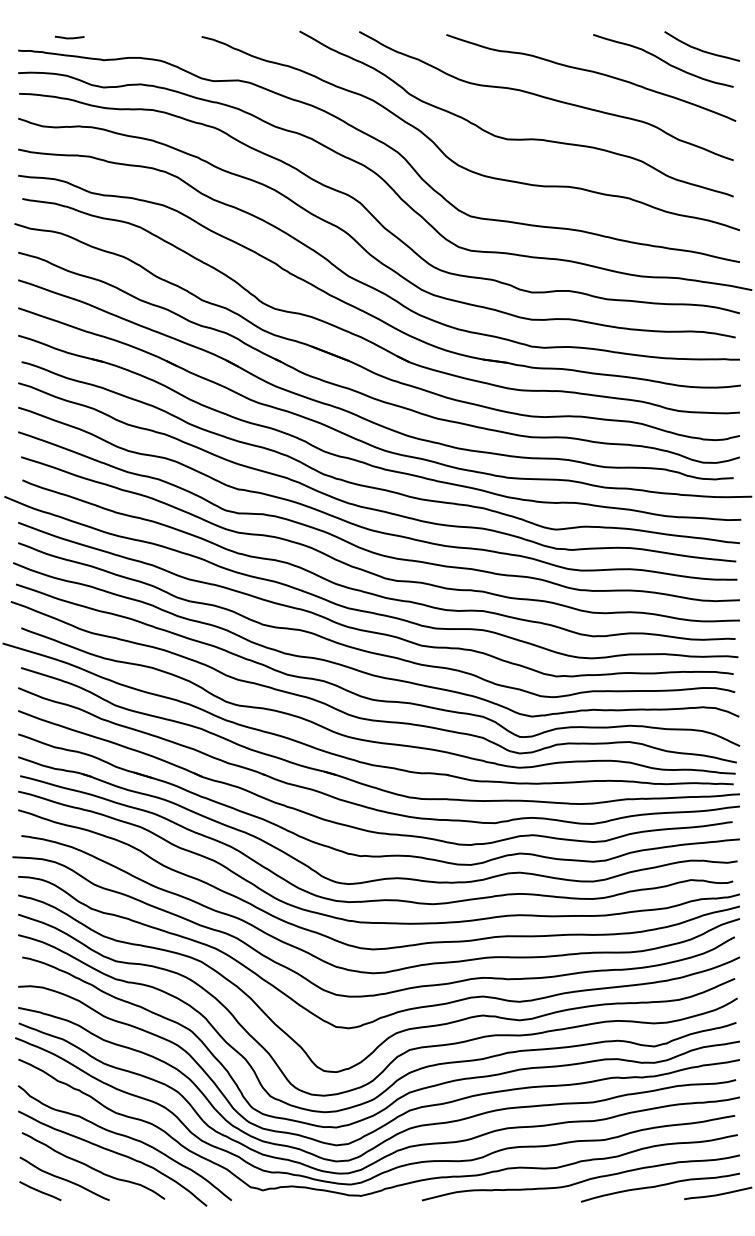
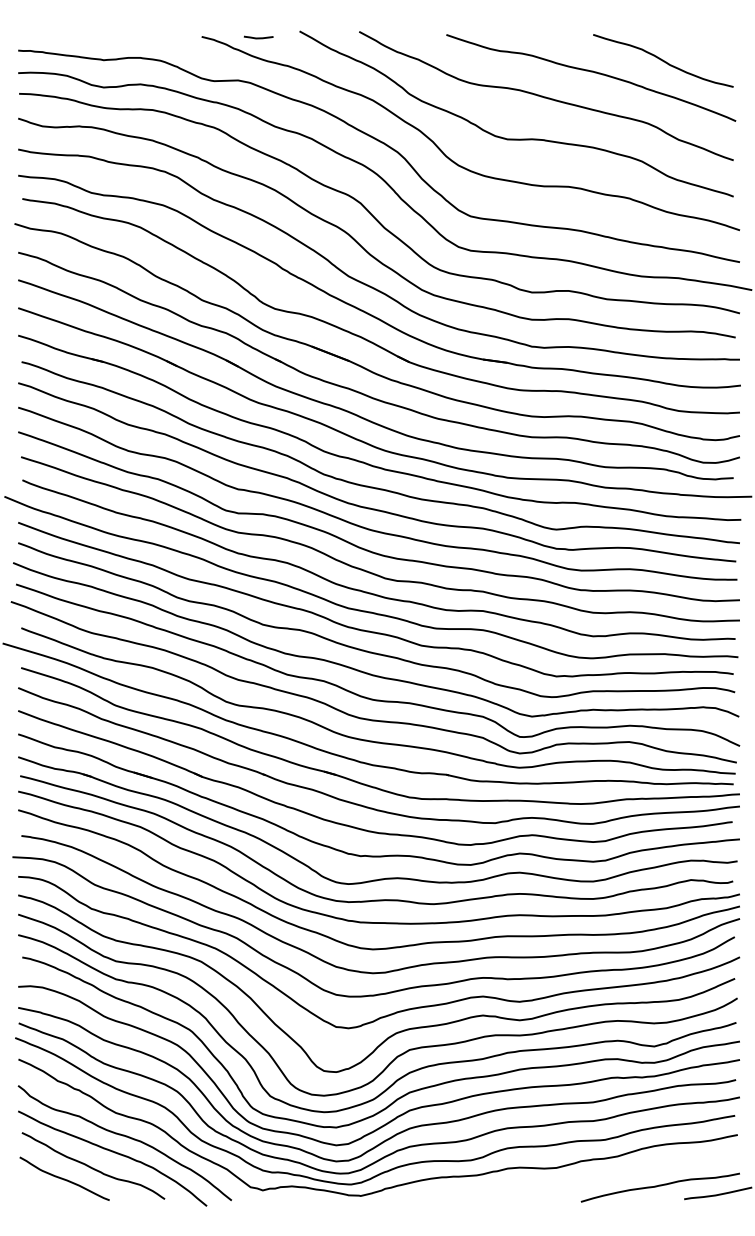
line at (69, 37) position: (69, 37) -> (258, 37)
curve at (701, 49): present -> none
curve at (582, 1180): present -> none
line at (40, 1191): present -> none
